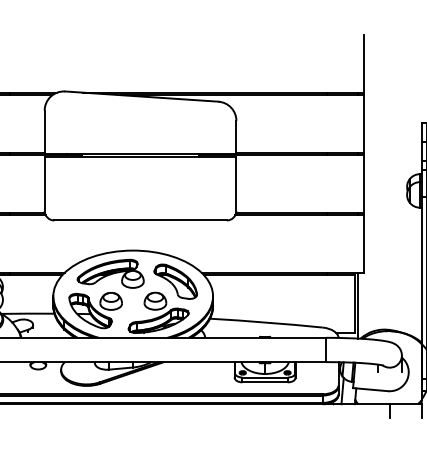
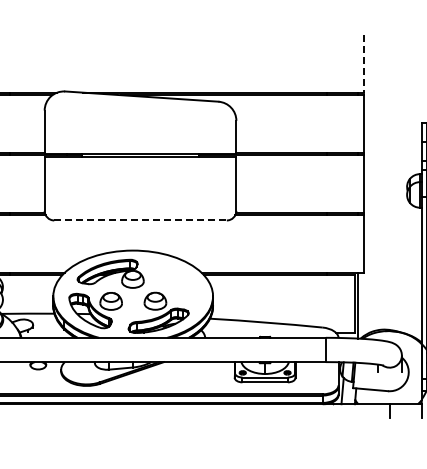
line at (364, 63): solid -> dashed
line at (141, 220): solid -> dashed
part at (175, 281): present -> none
